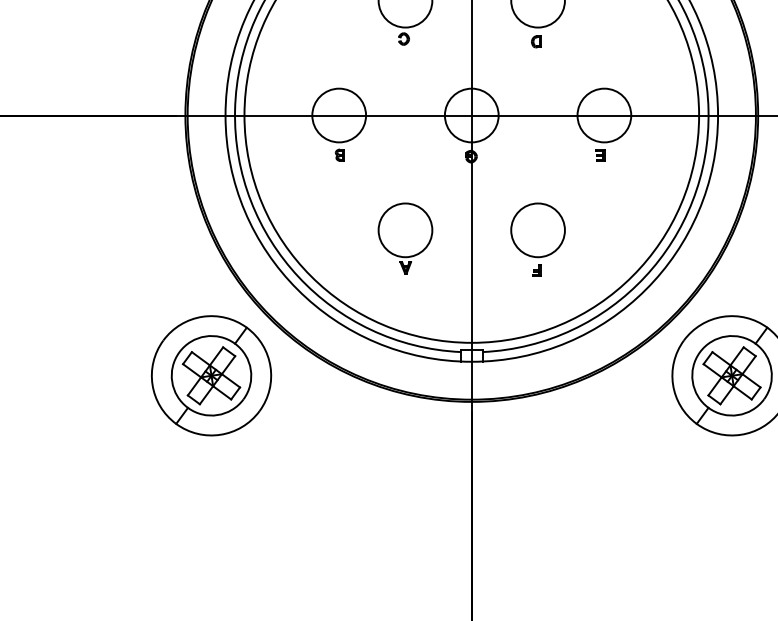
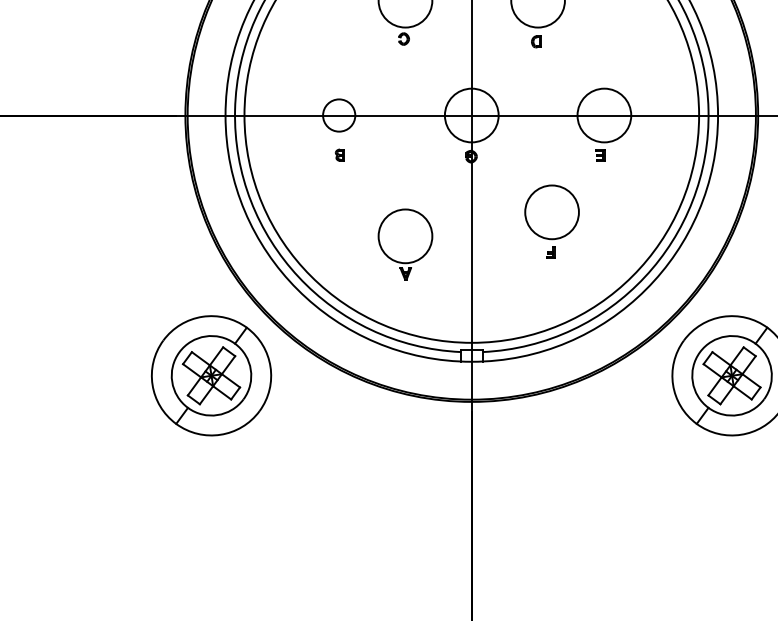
circle at (339, 115) diameter: 54 px -> 32 px
part at (405, 238) position: (405, 238) -> (405, 244)
part at (537, 239) position: (537, 239) -> (551, 221)
